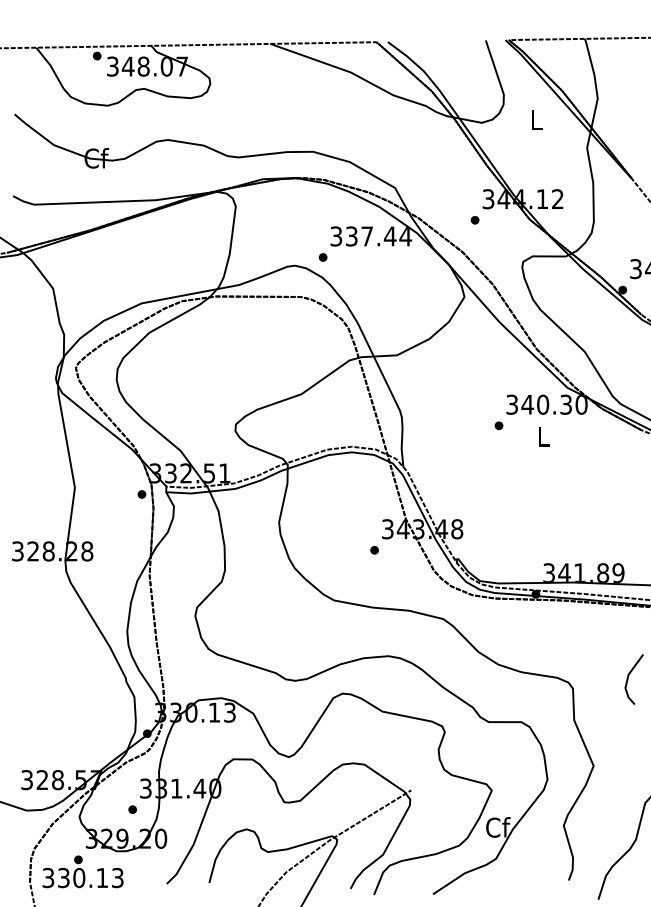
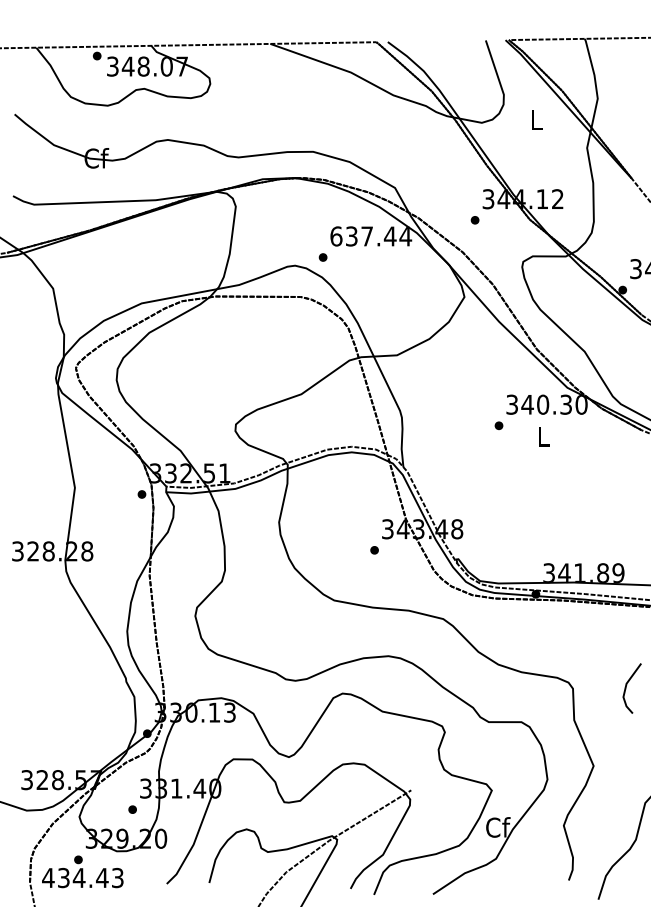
text at (336, 236): 337.44 -> 637.44
line at (629, 676) position: (629, 676) -> (627, 685)
text at (75, 877): 330.13 -> 434.43
